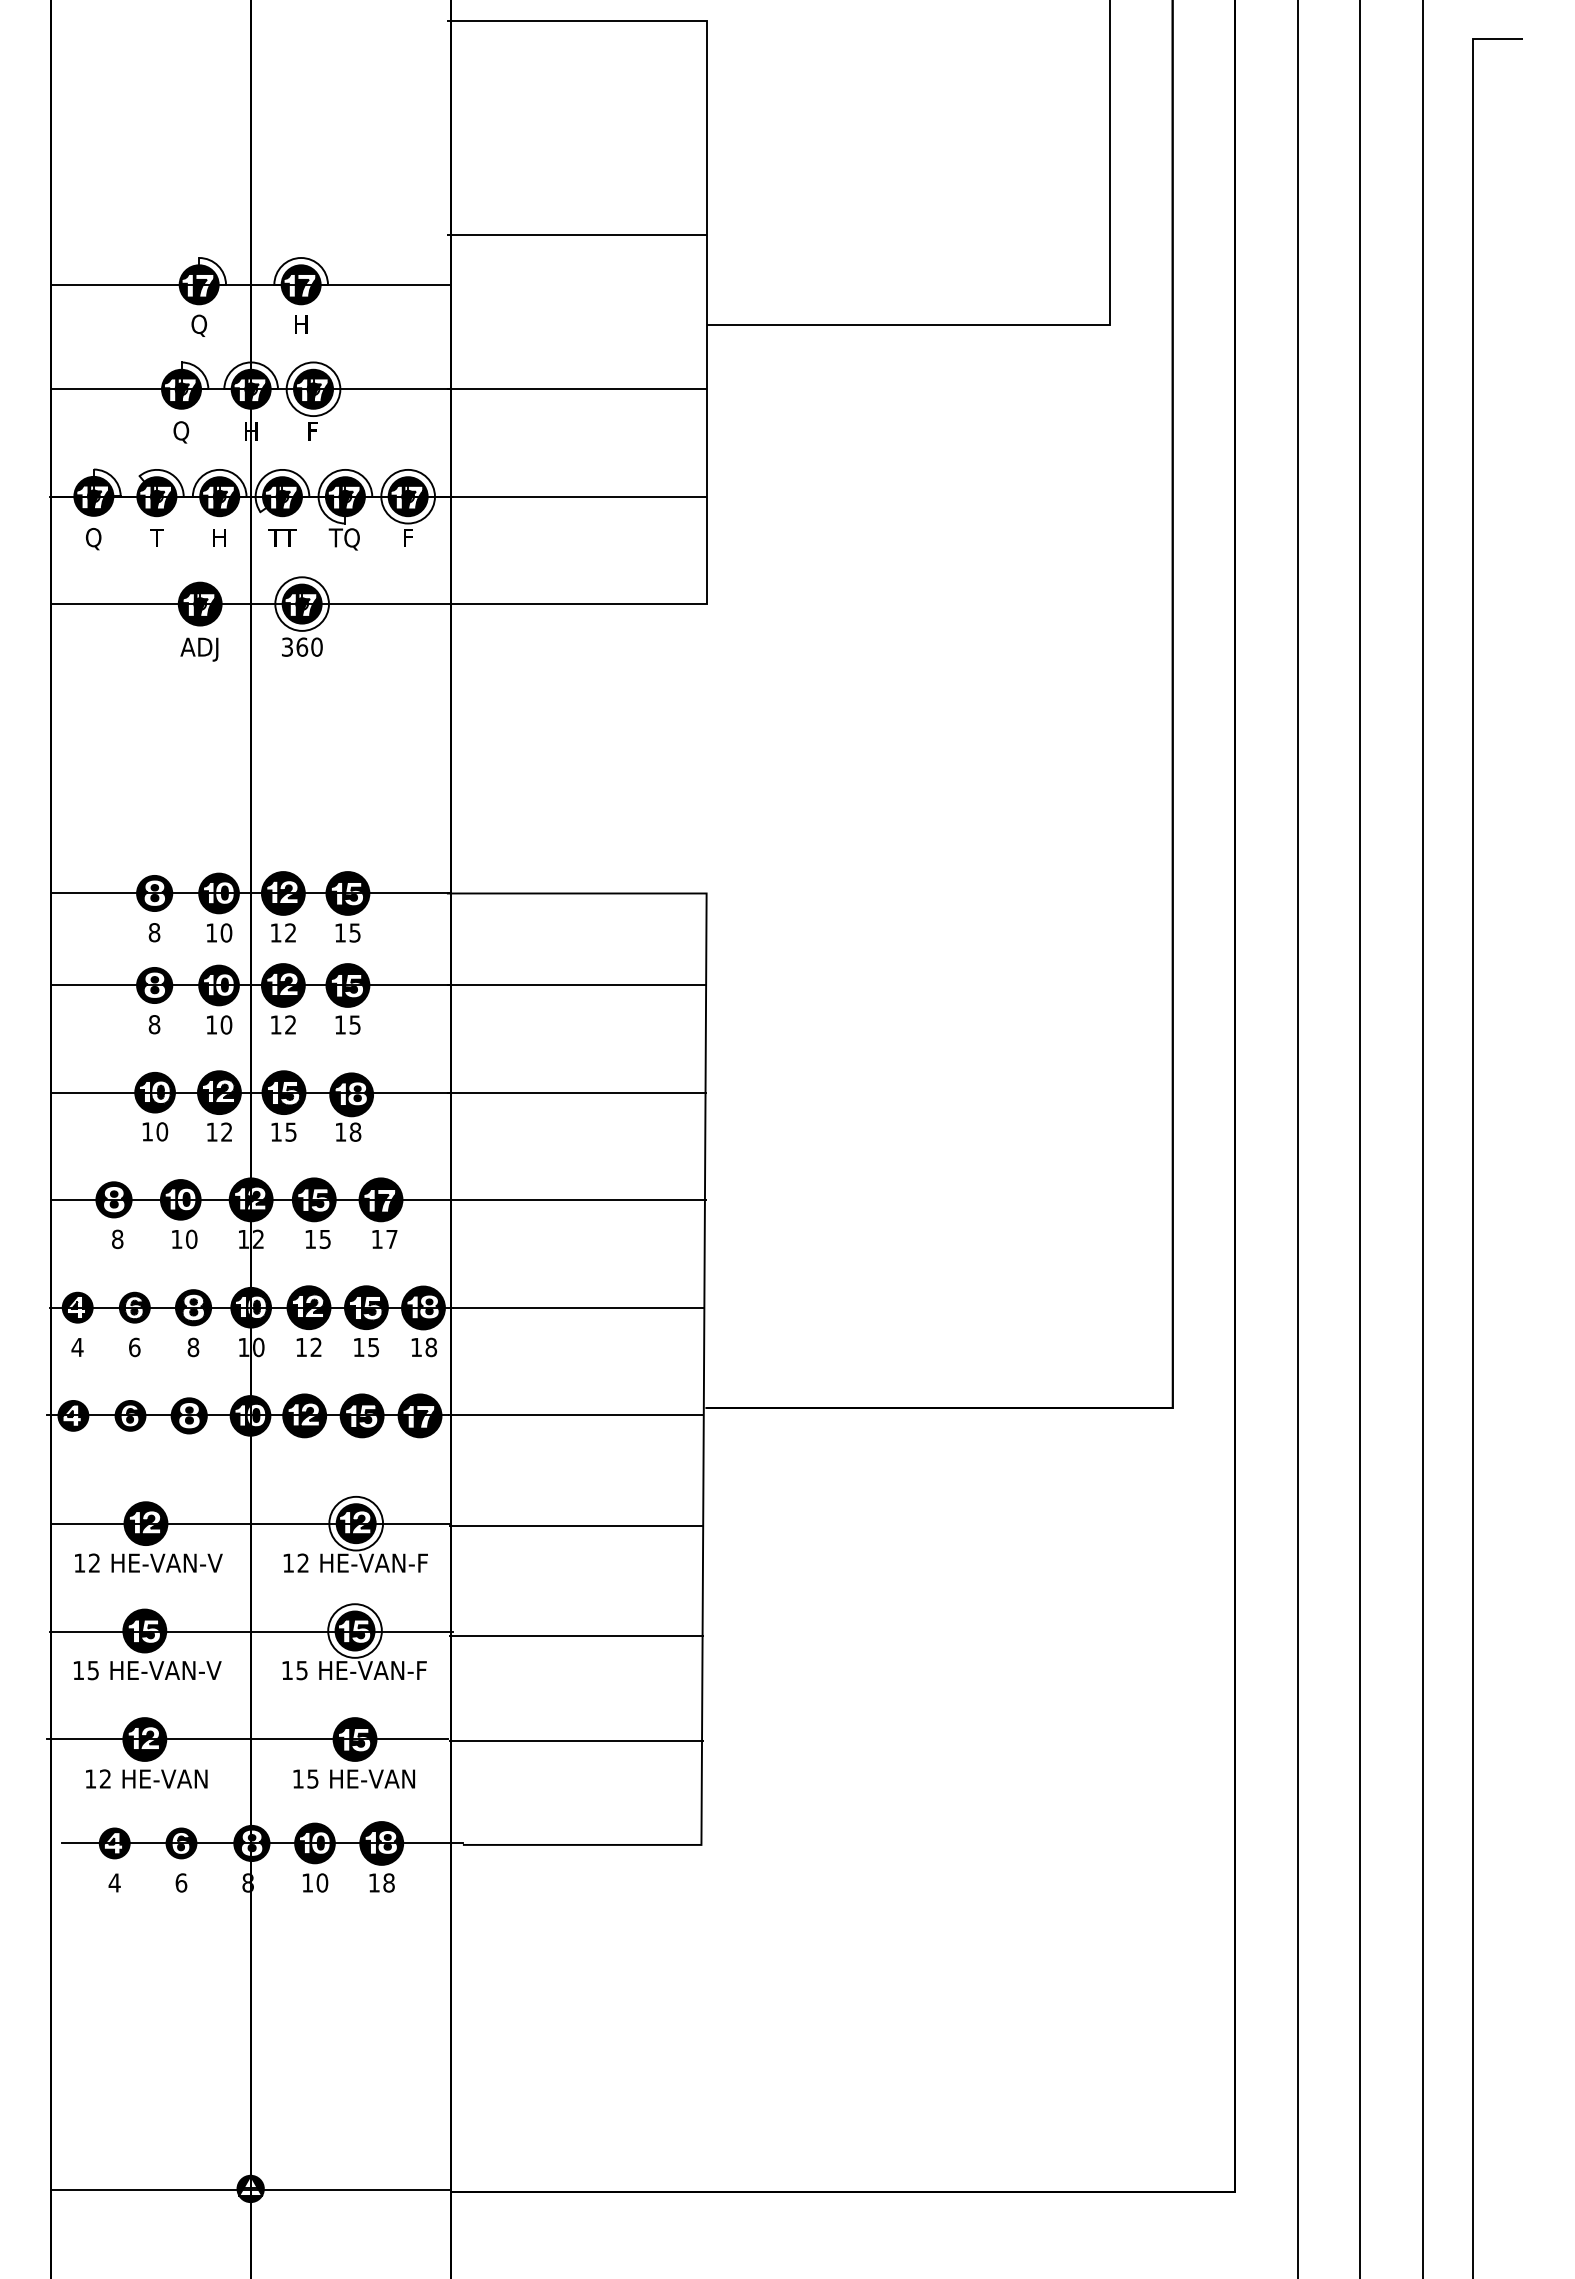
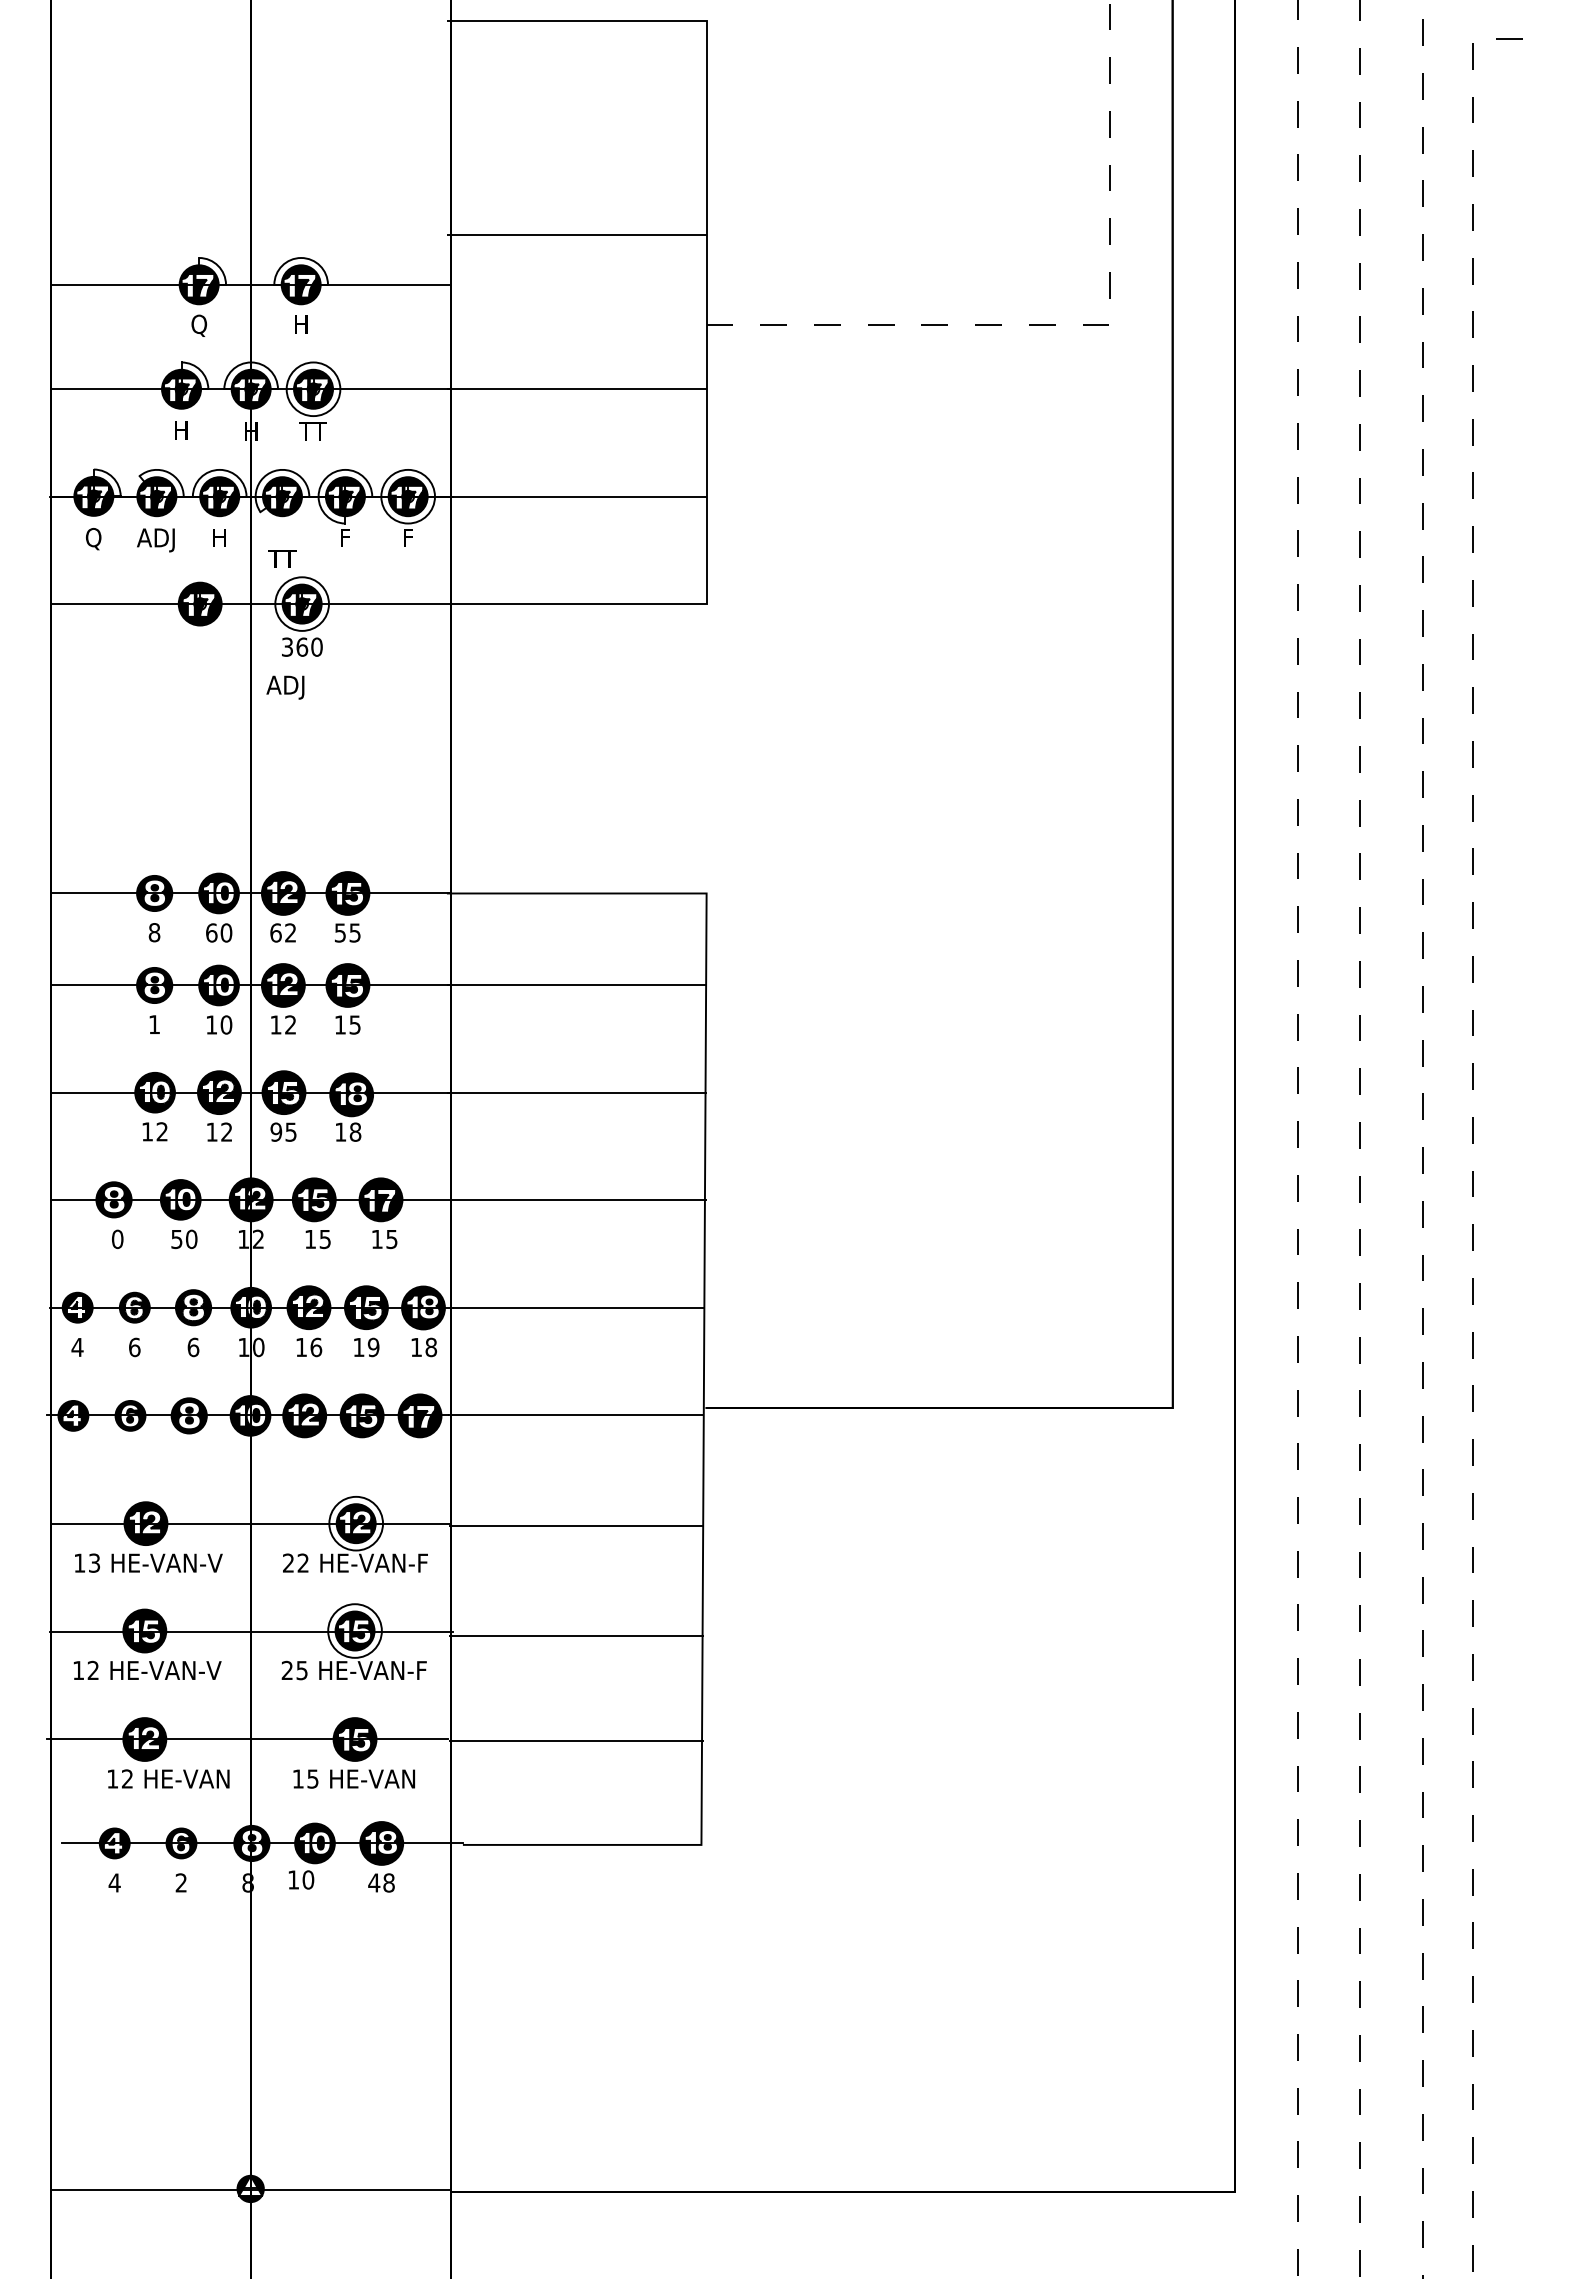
line at (1071, 325): solid -> dashed
text at (312, 431): F -> TT
text at (181, 432): Q -> H
text at (282, 537) position: (282, 537) -> (282, 558)
text at (343, 539): TQ -> F
text at (155, 540): T -> ADJ
text at (199, 649) position: (199, 649) -> (285, 687)
text at (211, 932): 10 -> 60
text at (275, 932): 12 -> 62
text at (339, 932): 15 -> 55
text at (154, 1024): 8 -> 1
text at (162, 1131): 10 -> 12
text at (276, 1131): 15 -> 95
line at (1472, 1133): solid -> dashed
line at (1297, 1139): solid -> dashed
line at (1360, 1139): solid -> dashed
line at (1423, 1139): solid -> dashed
text at (117, 1239): 8 -> 0
text at (176, 1239): 10 -> 50
text at (391, 1239): 17 -> 15
text at (193, 1346): 8 -> 6
text at (373, 1346): 15 -> 19
text at (316, 1347): 12 -> 16
text at (288, 1562): 12 -> 22
text at (94, 1563): 12 -> 13
text at (286, 1669): 15 -> 25
text at (92, 1670): 15 -> 12
text at (146, 1778) position: (146, 1778) -> (168, 1778)
text at (181, 1882): 6 -> 2
text at (315, 1882) position: (315, 1882) -> (301, 1879)
text at (374, 1882): 18 -> 48
